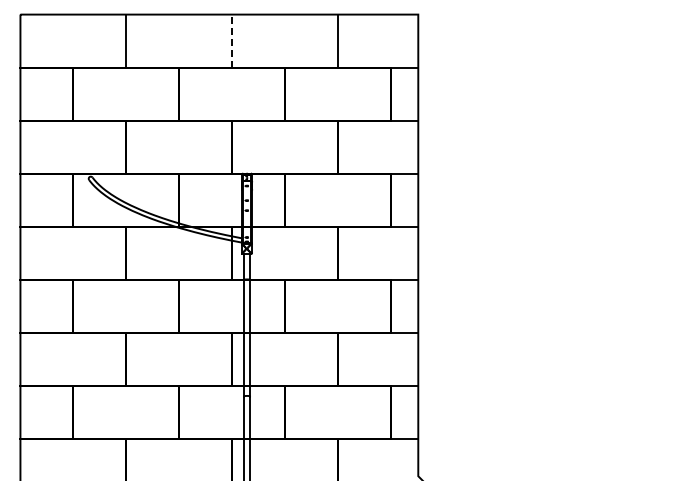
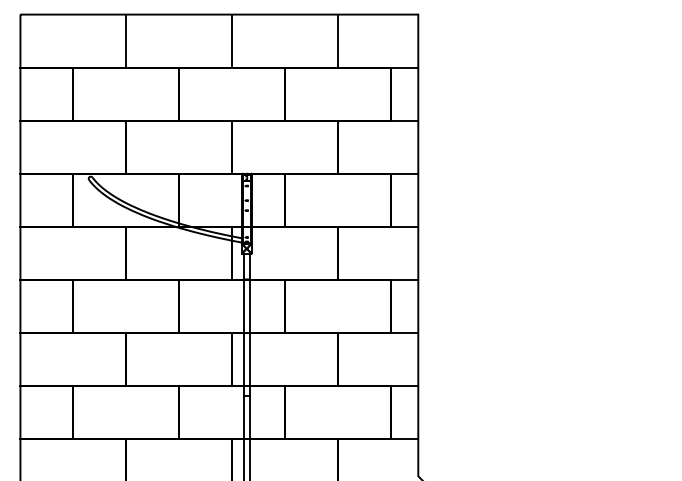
line at (232, 41): dashed -> solid
